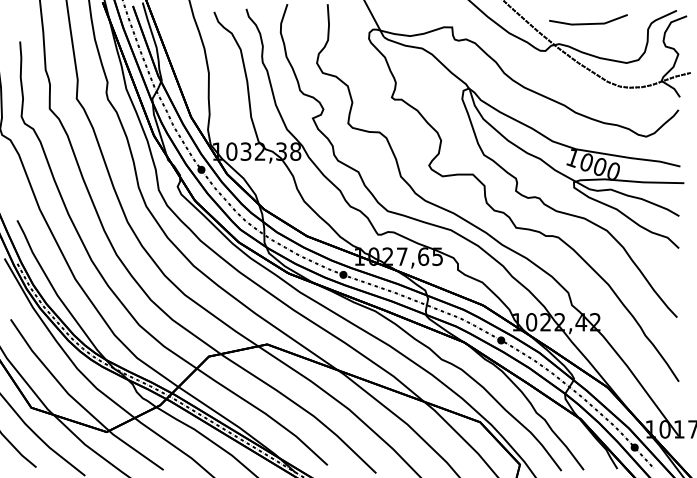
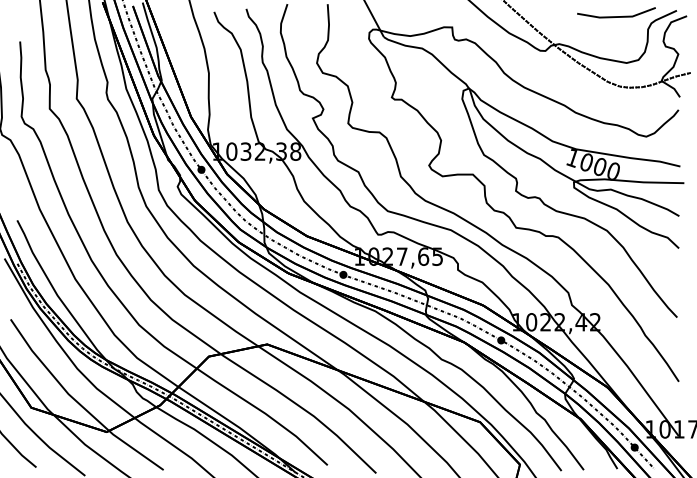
line at (588, 23) position: (588, 23) -> (616, 16)
